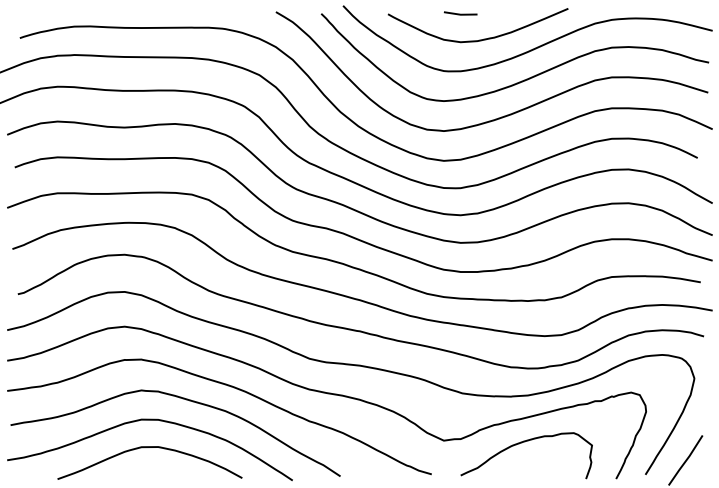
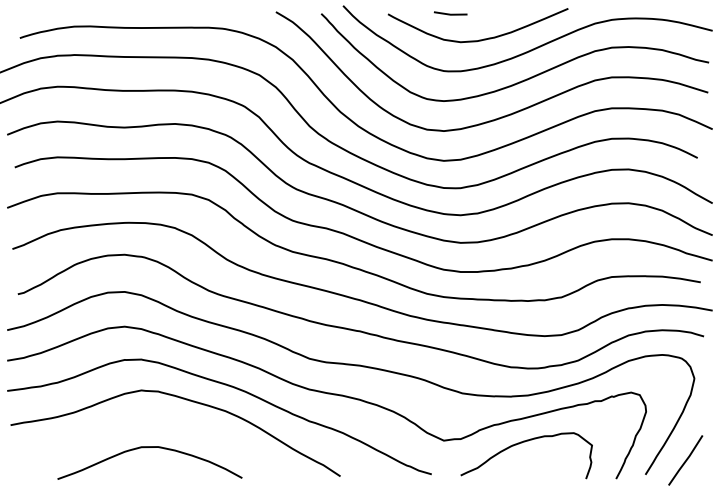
line at (460, 13) position: (460, 13) -> (450, 13)
curve at (149, 420): present -> none
